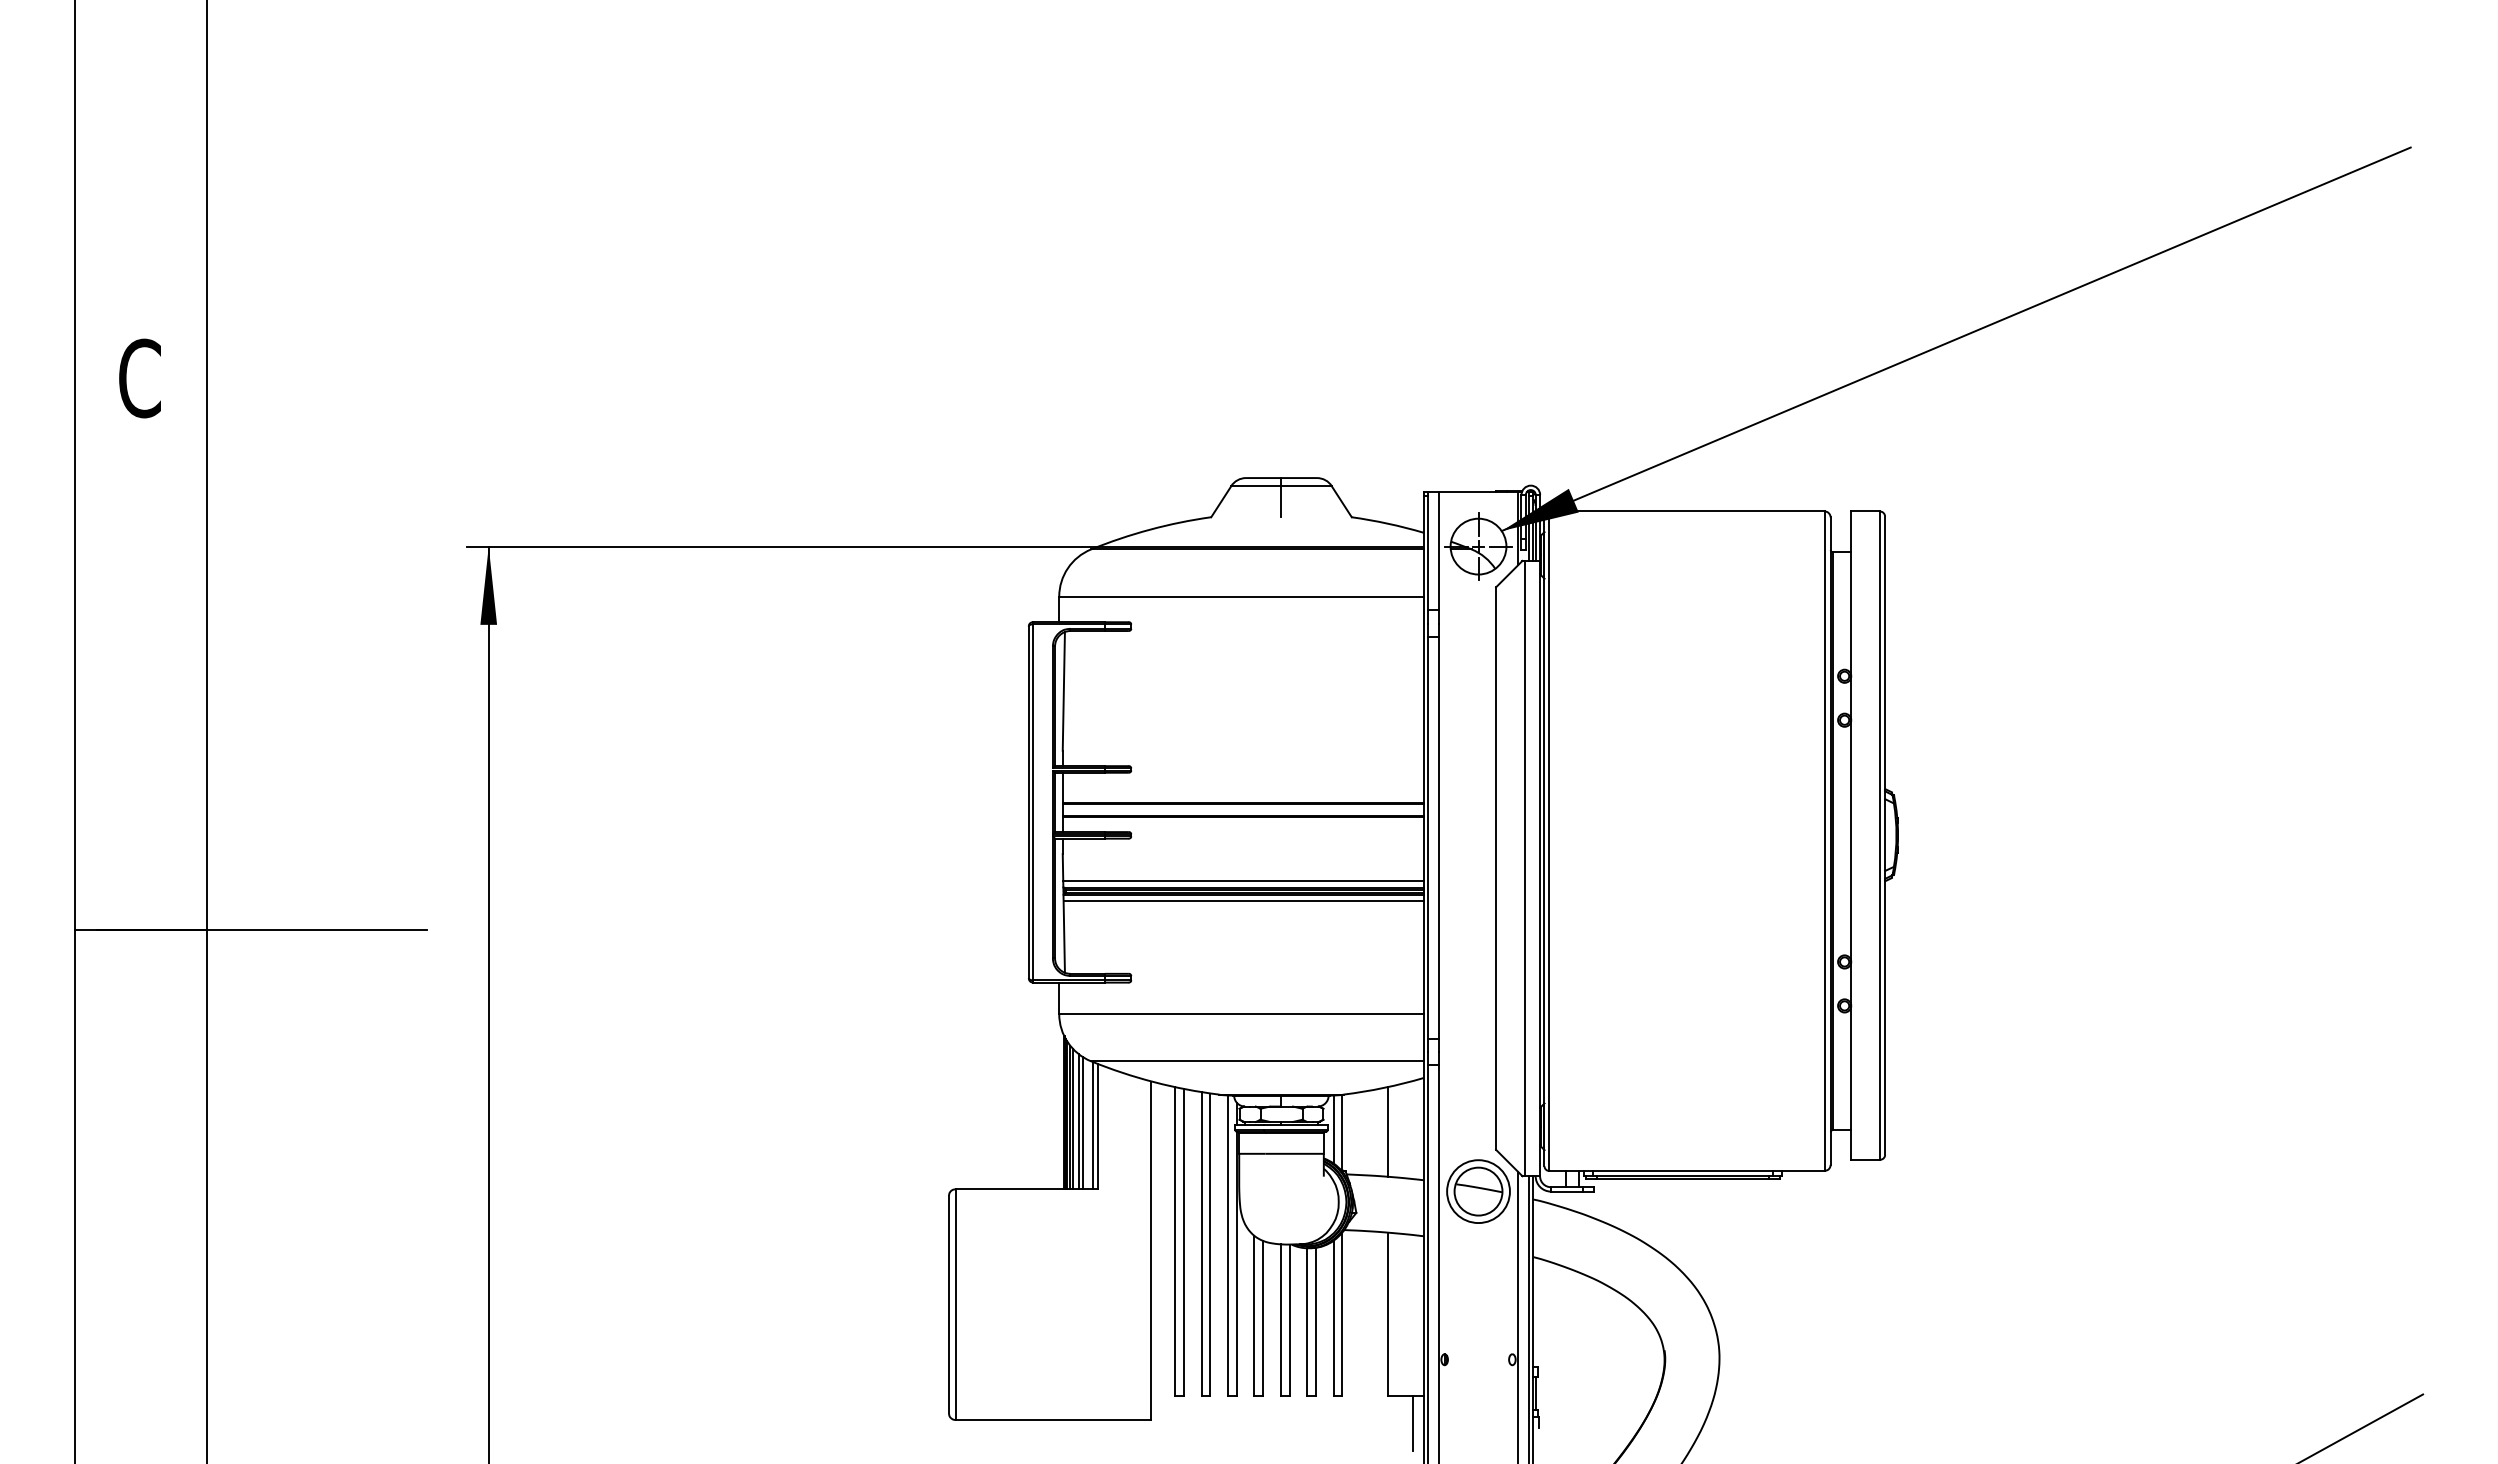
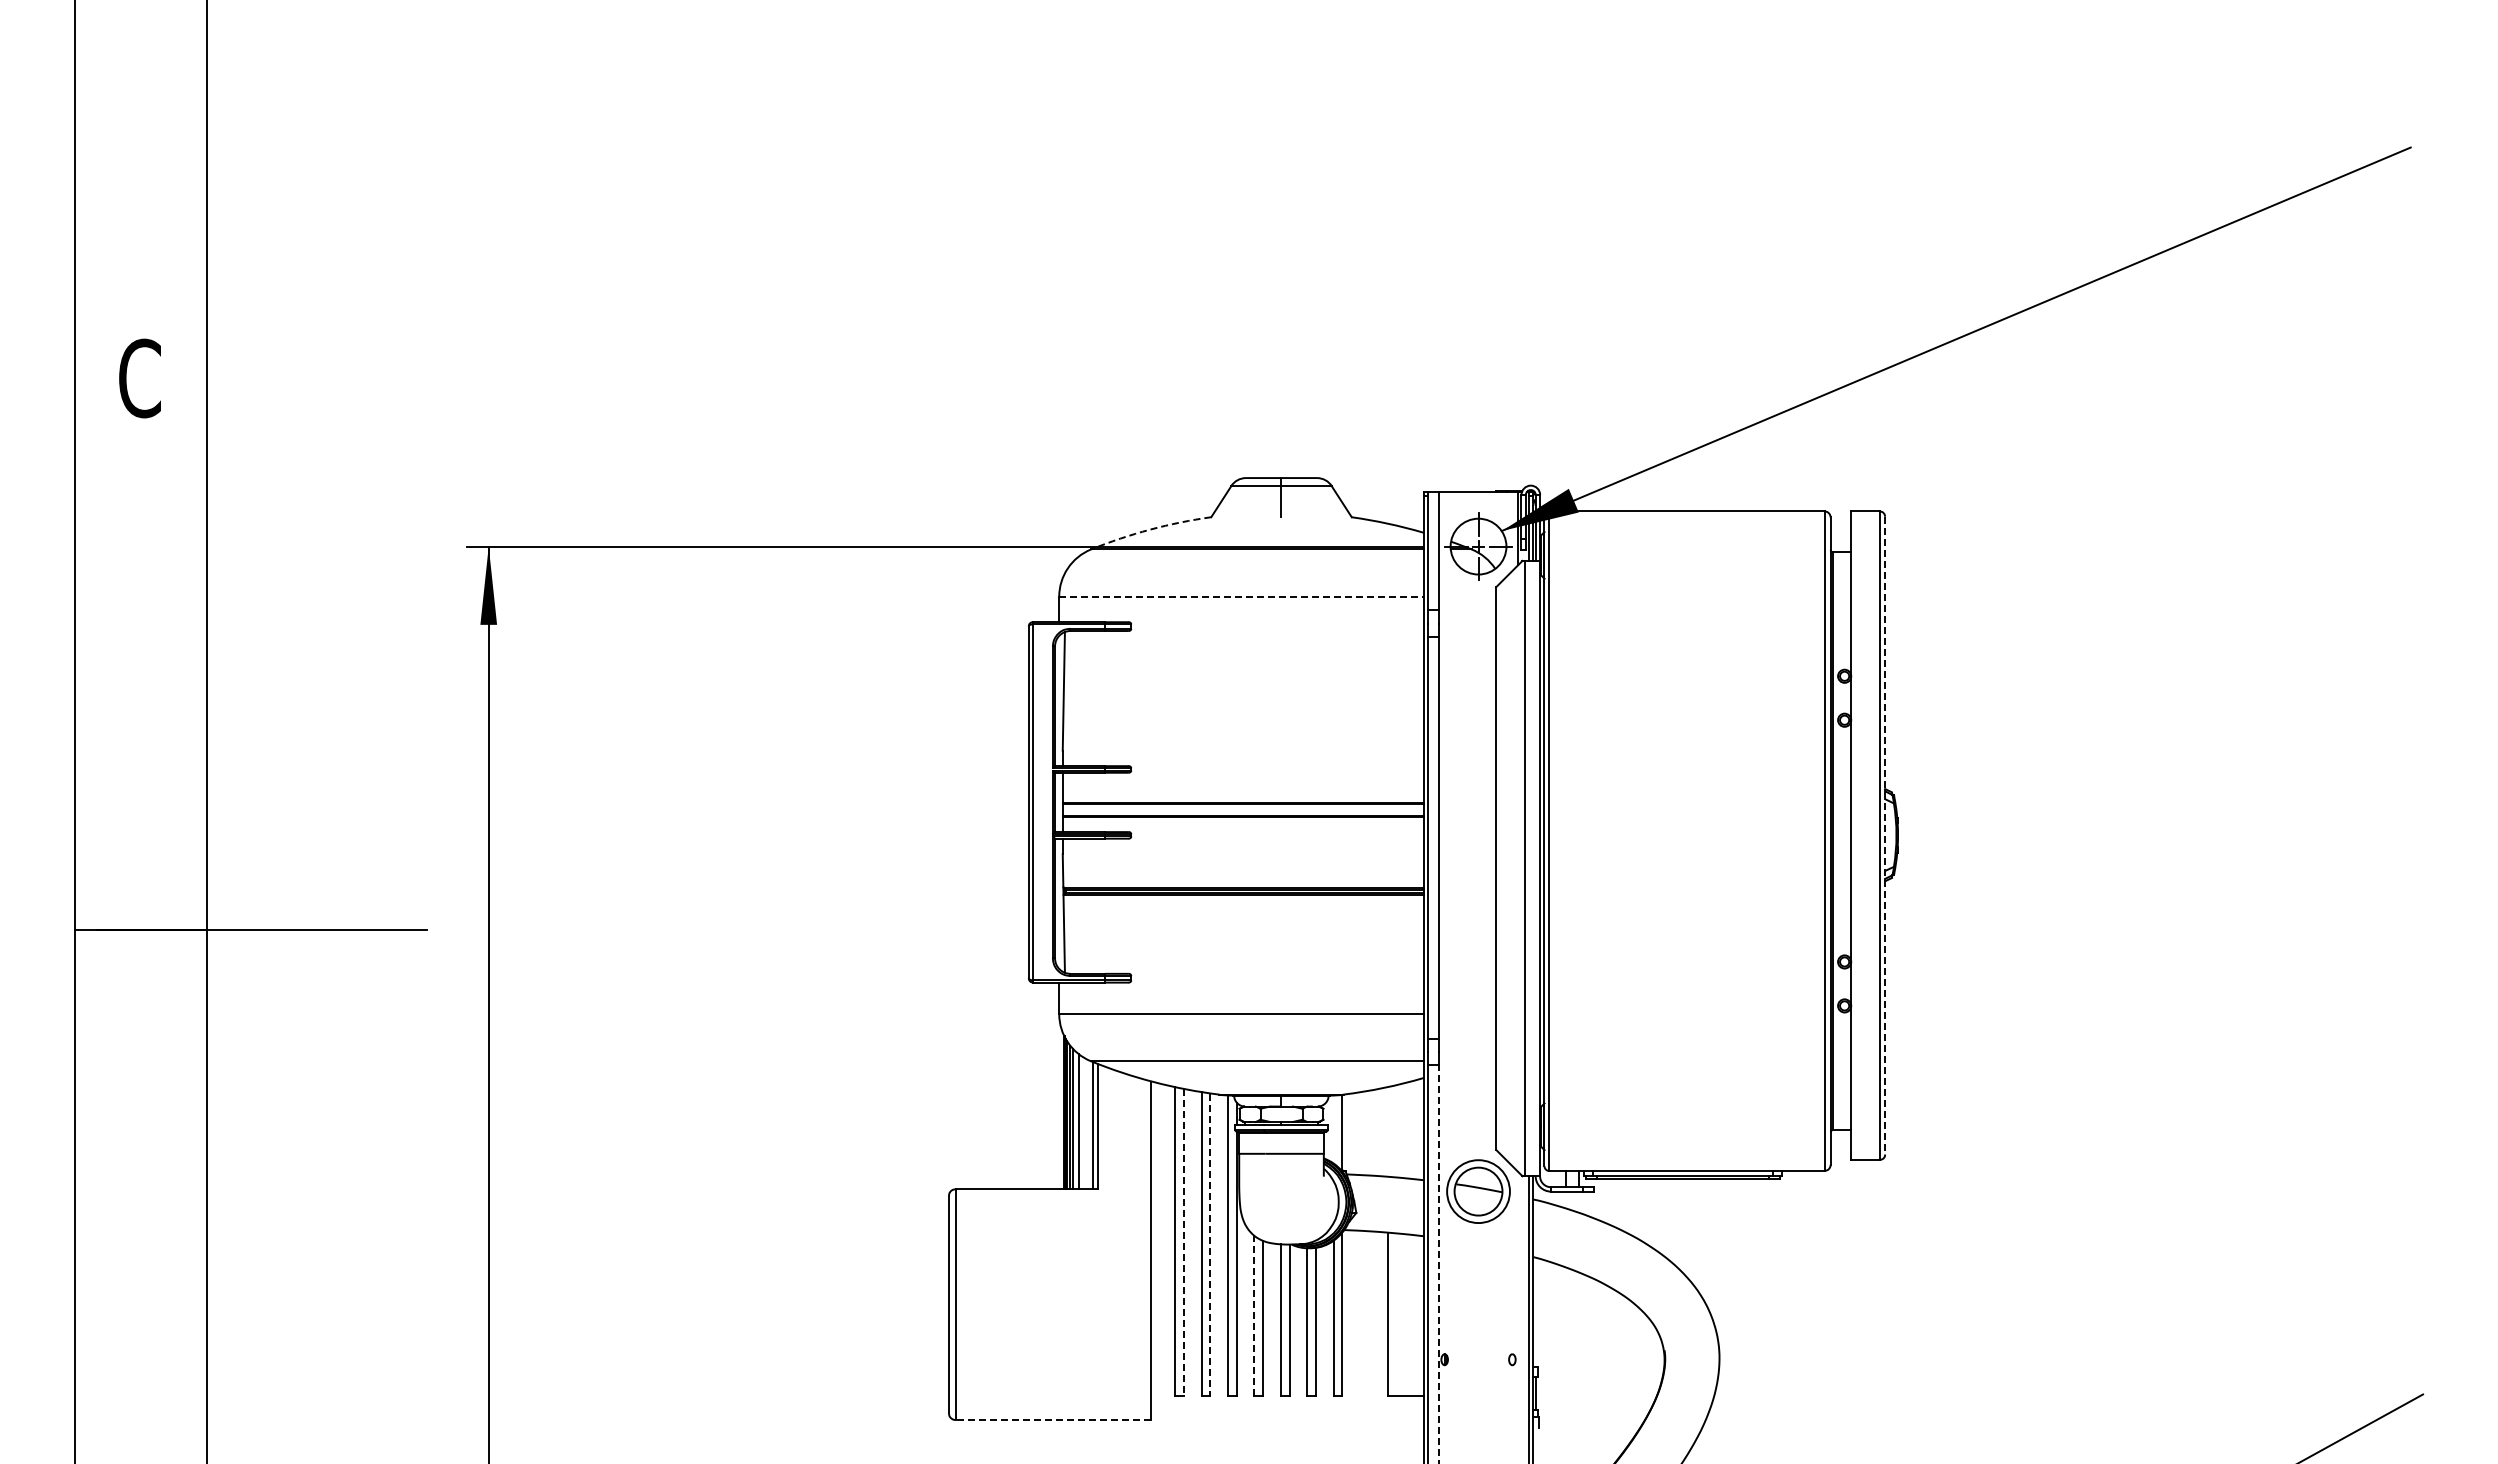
arc at (1150, 529): solid -> dashed
line at (1241, 596): solid -> dashed
line at (1885, 835): solid -> dashed
line at (1243, 881): present -> none
line at (1243, 901): present -> none
line at (1083, 1123): present -> none
line at (1333, 1129): present -> none
line at (1387, 1131): present -> none
line at (1184, 1242): solid -> dashed
line at (1210, 1245): solid -> dashed
line at (1438, 1264): solid -> dashed
line at (1254, 1315): solid -> dashed
line at (1518, 1315): present -> none
line at (1053, 1419): solid -> dashed
line at (1412, 1422): present -> none
